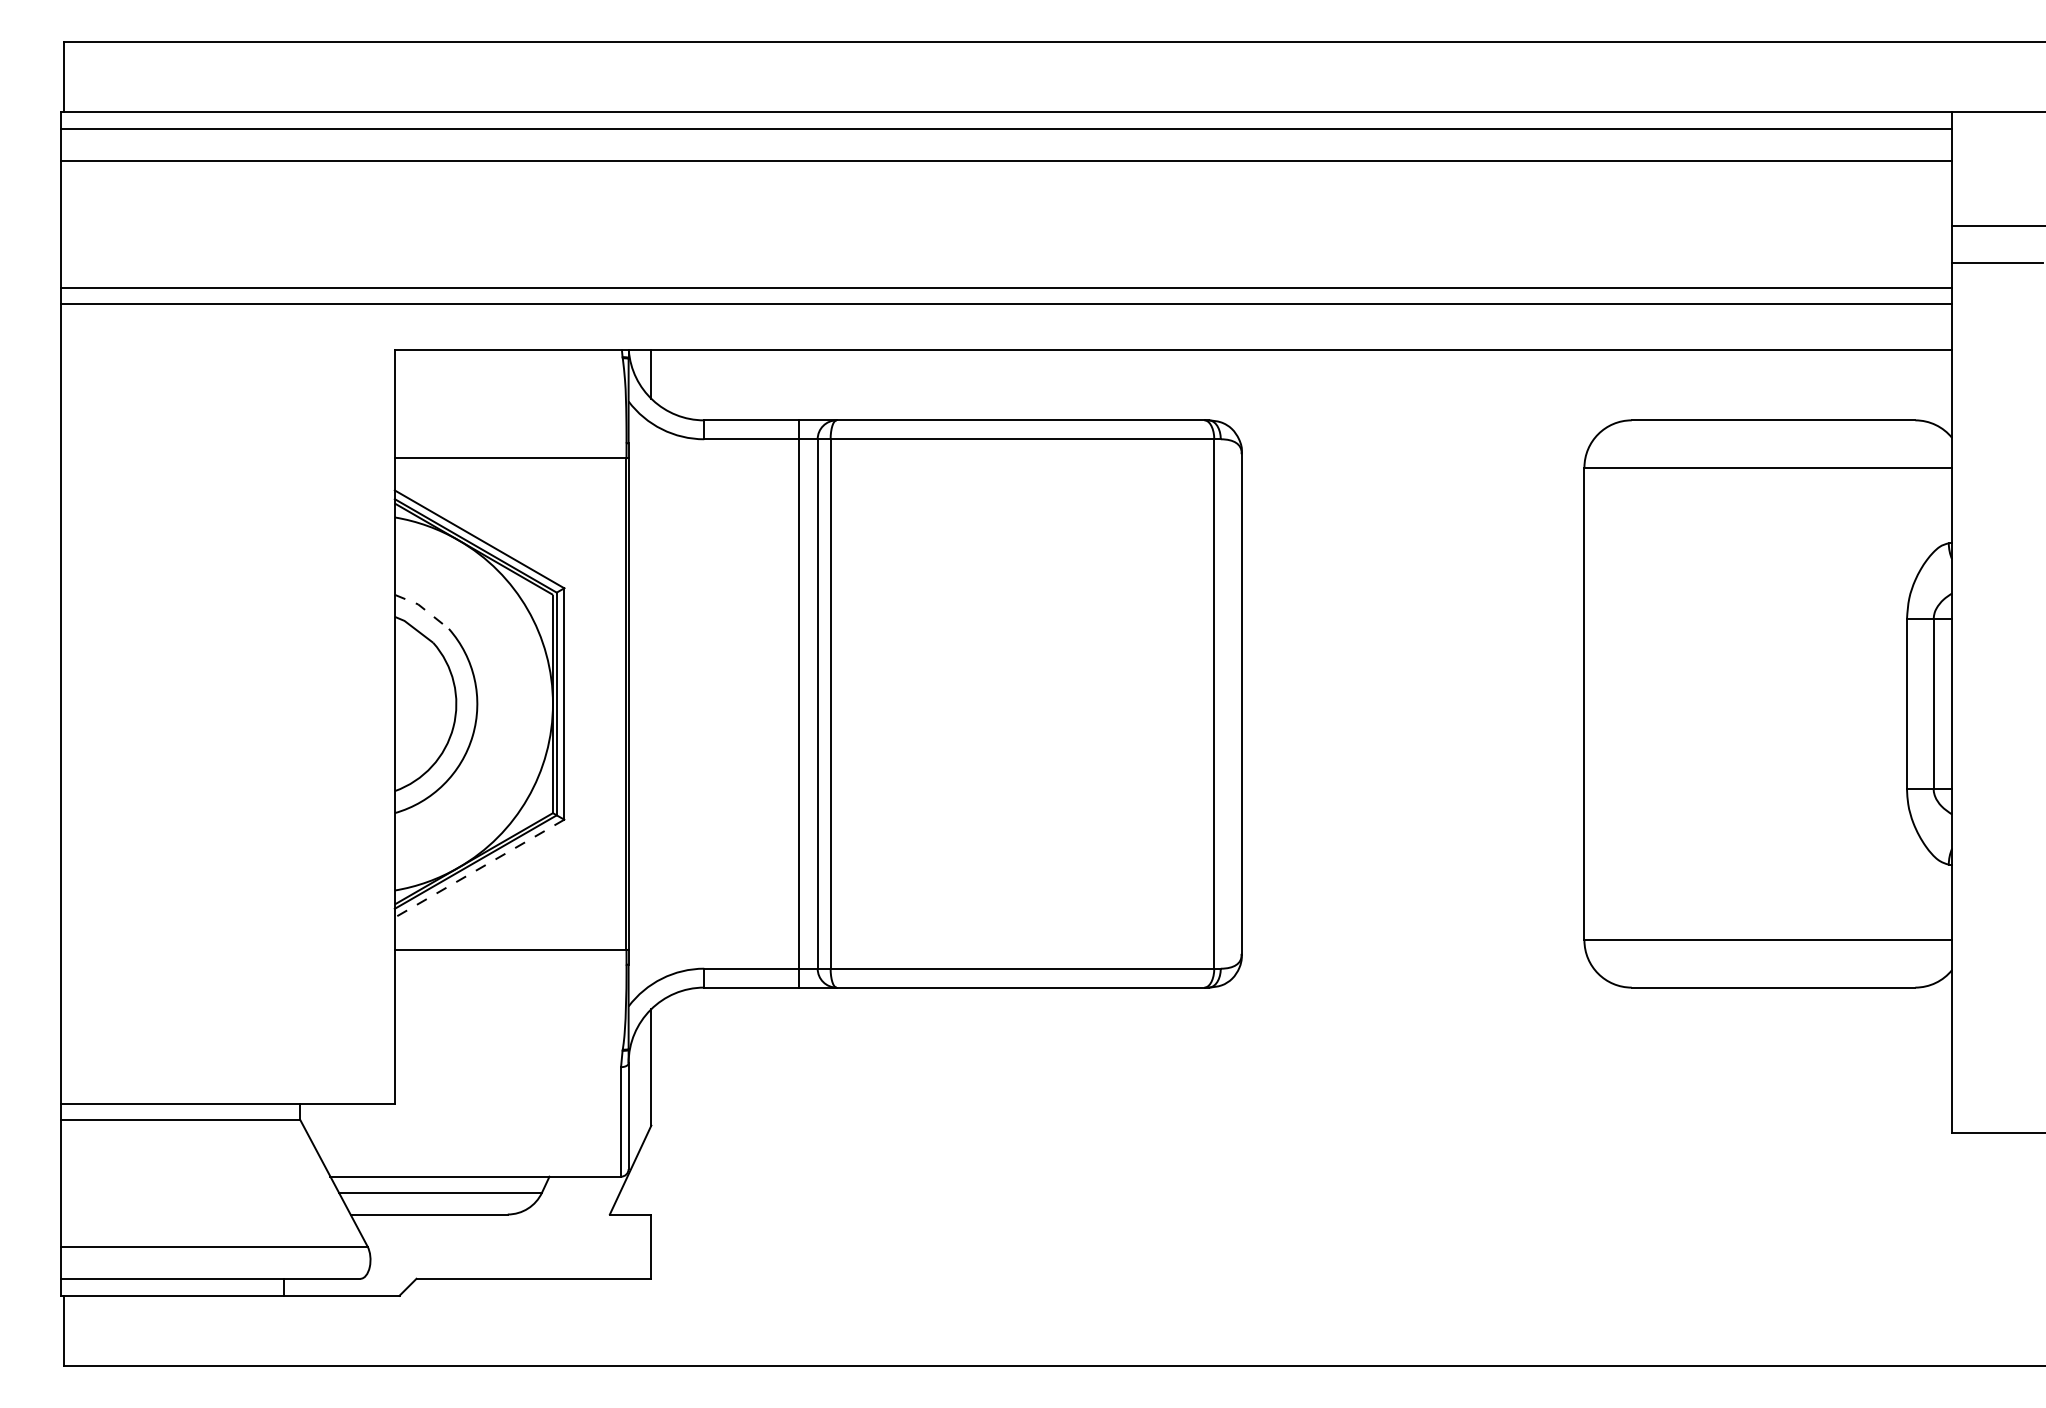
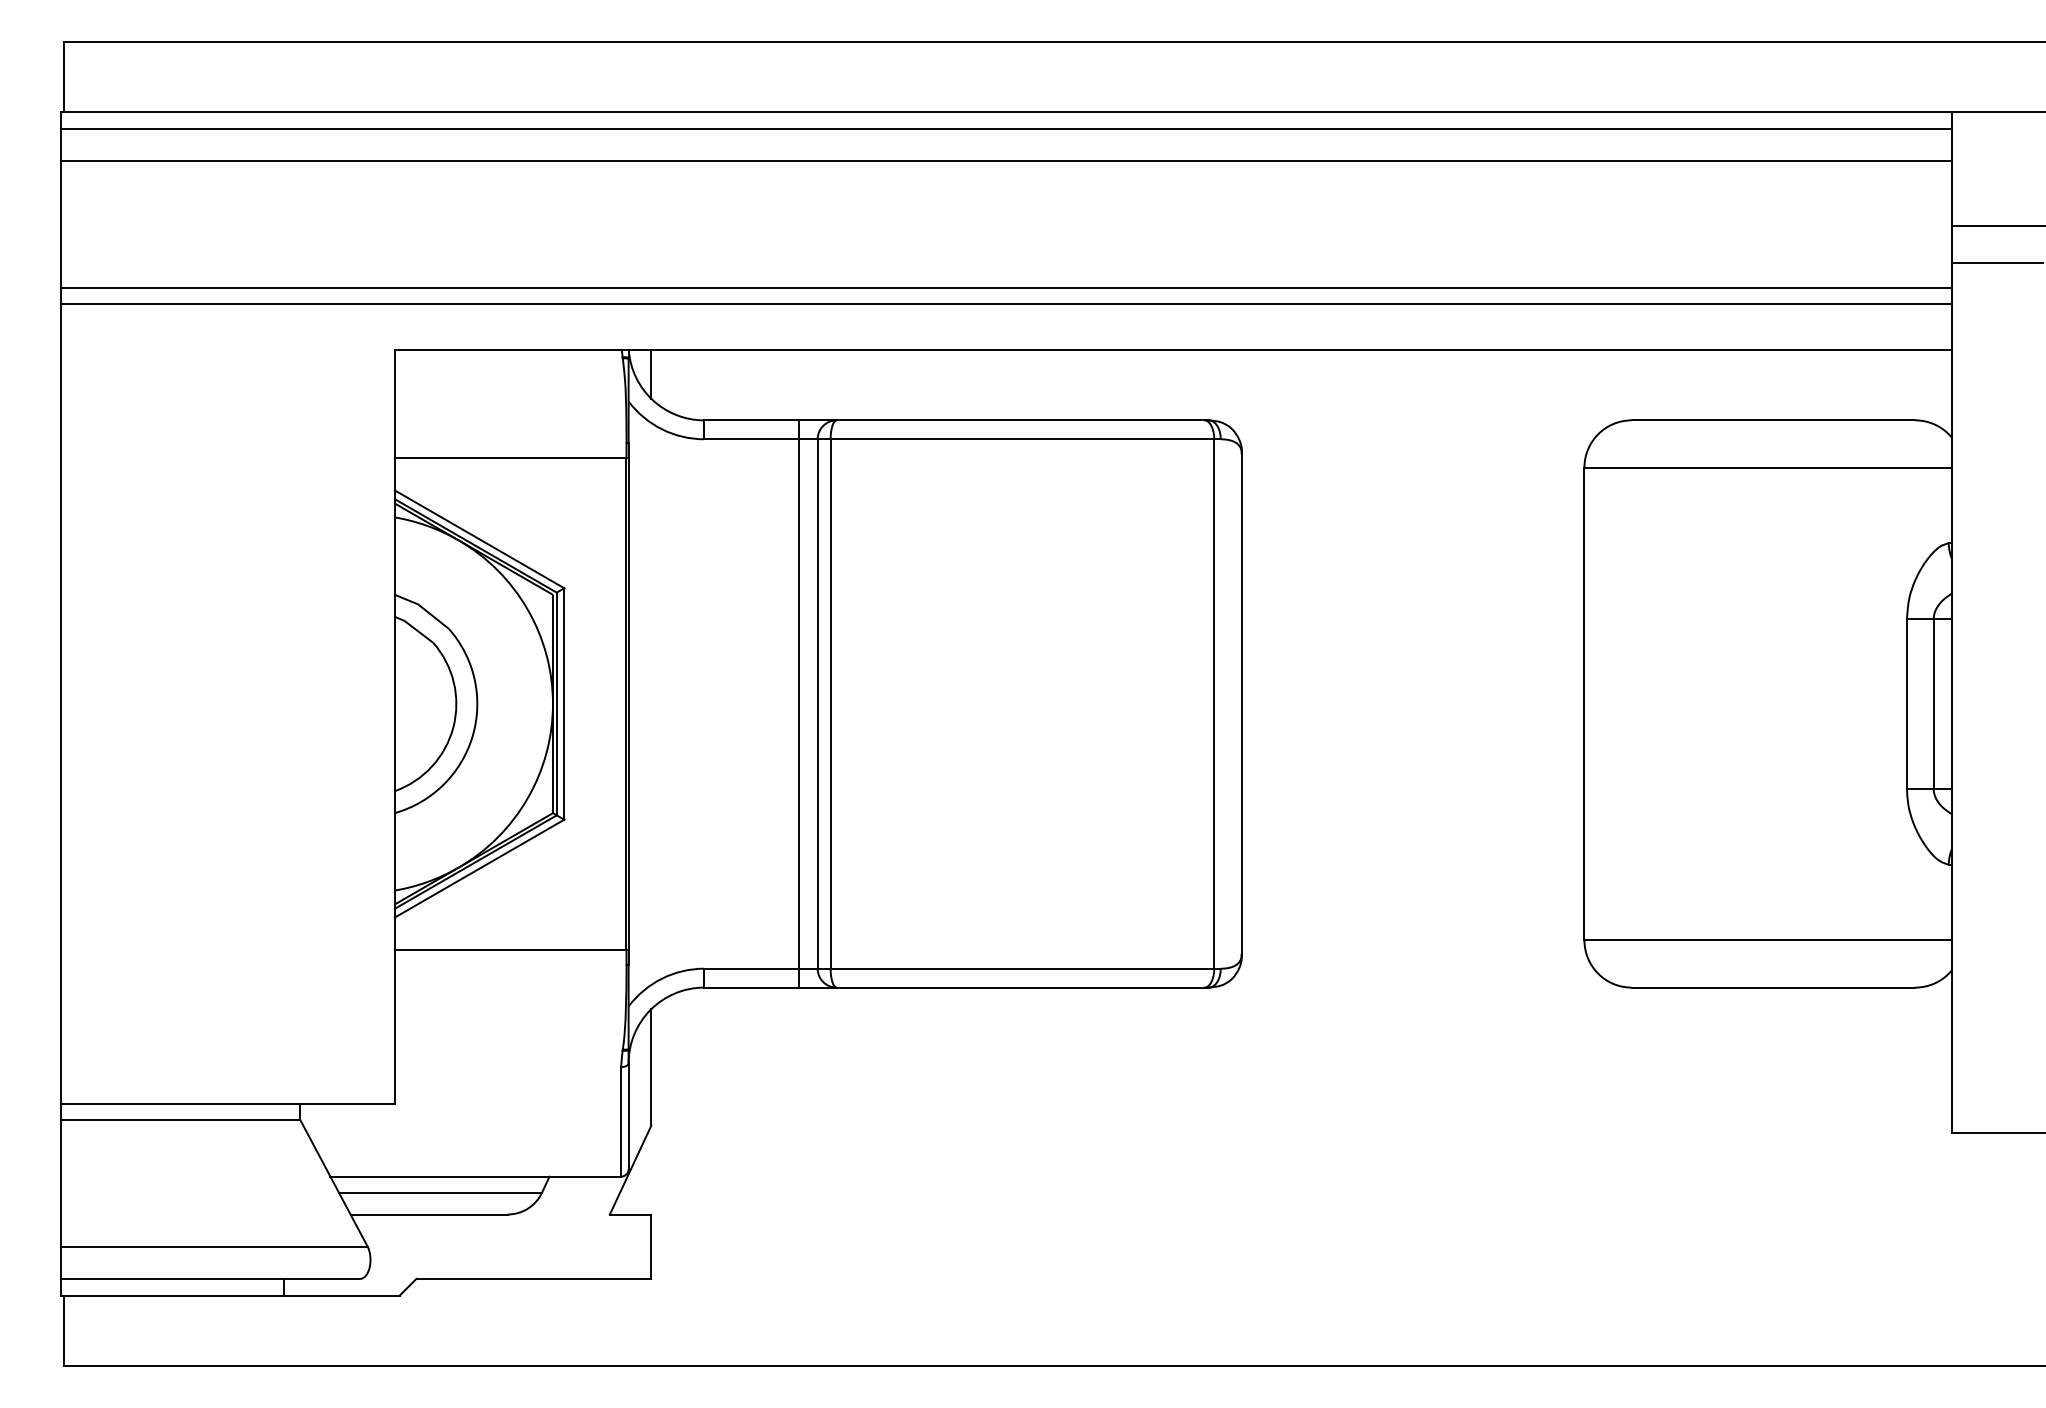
line at (423, 608): dashed -> solid
line at (479, 868): dashed -> solid
